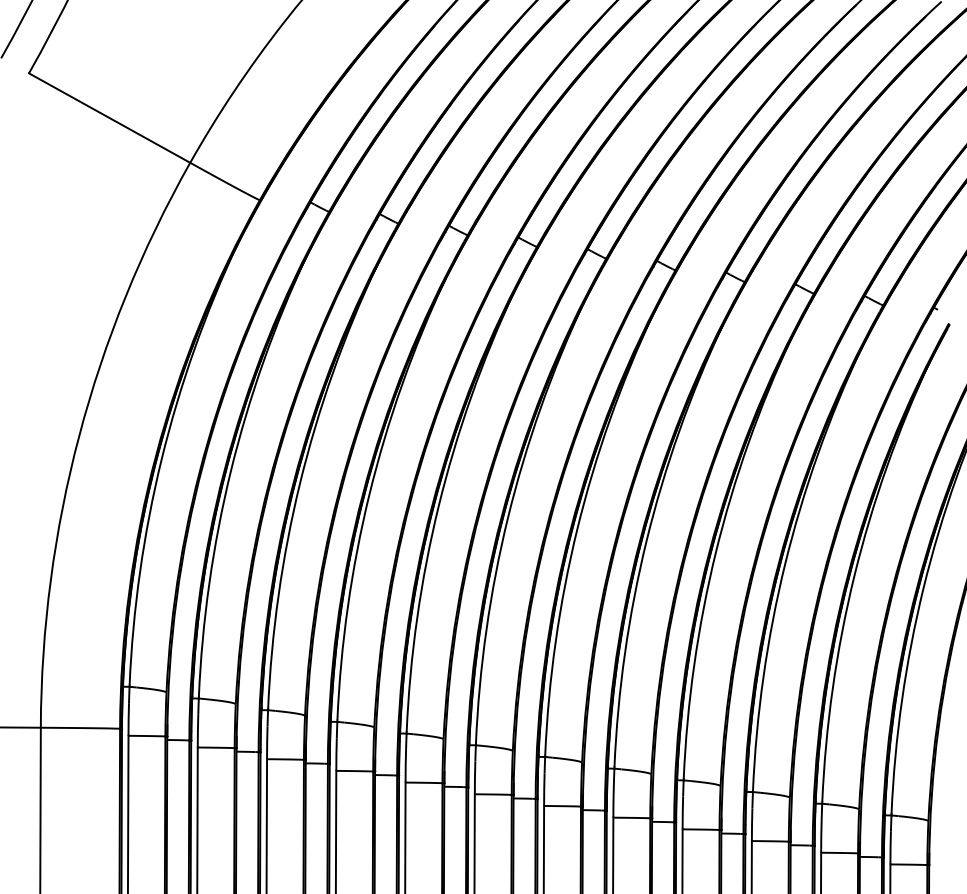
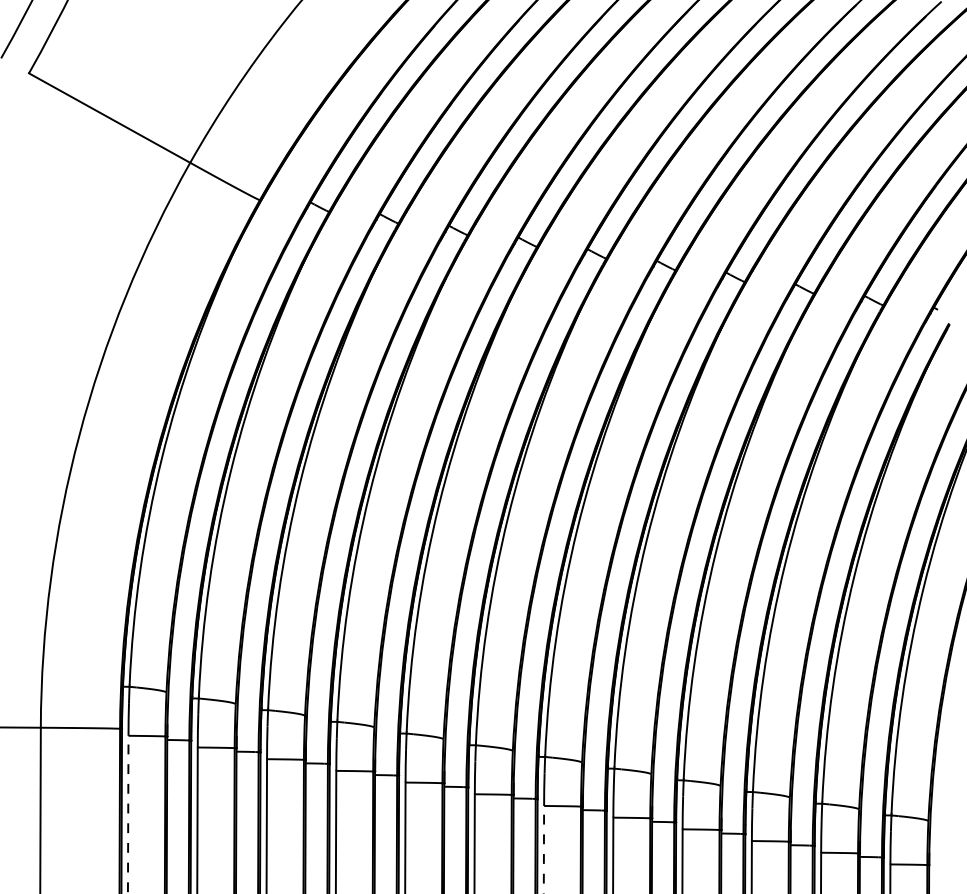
line at (128, 814): solid -> dashed
line at (543, 849): solid -> dashed
